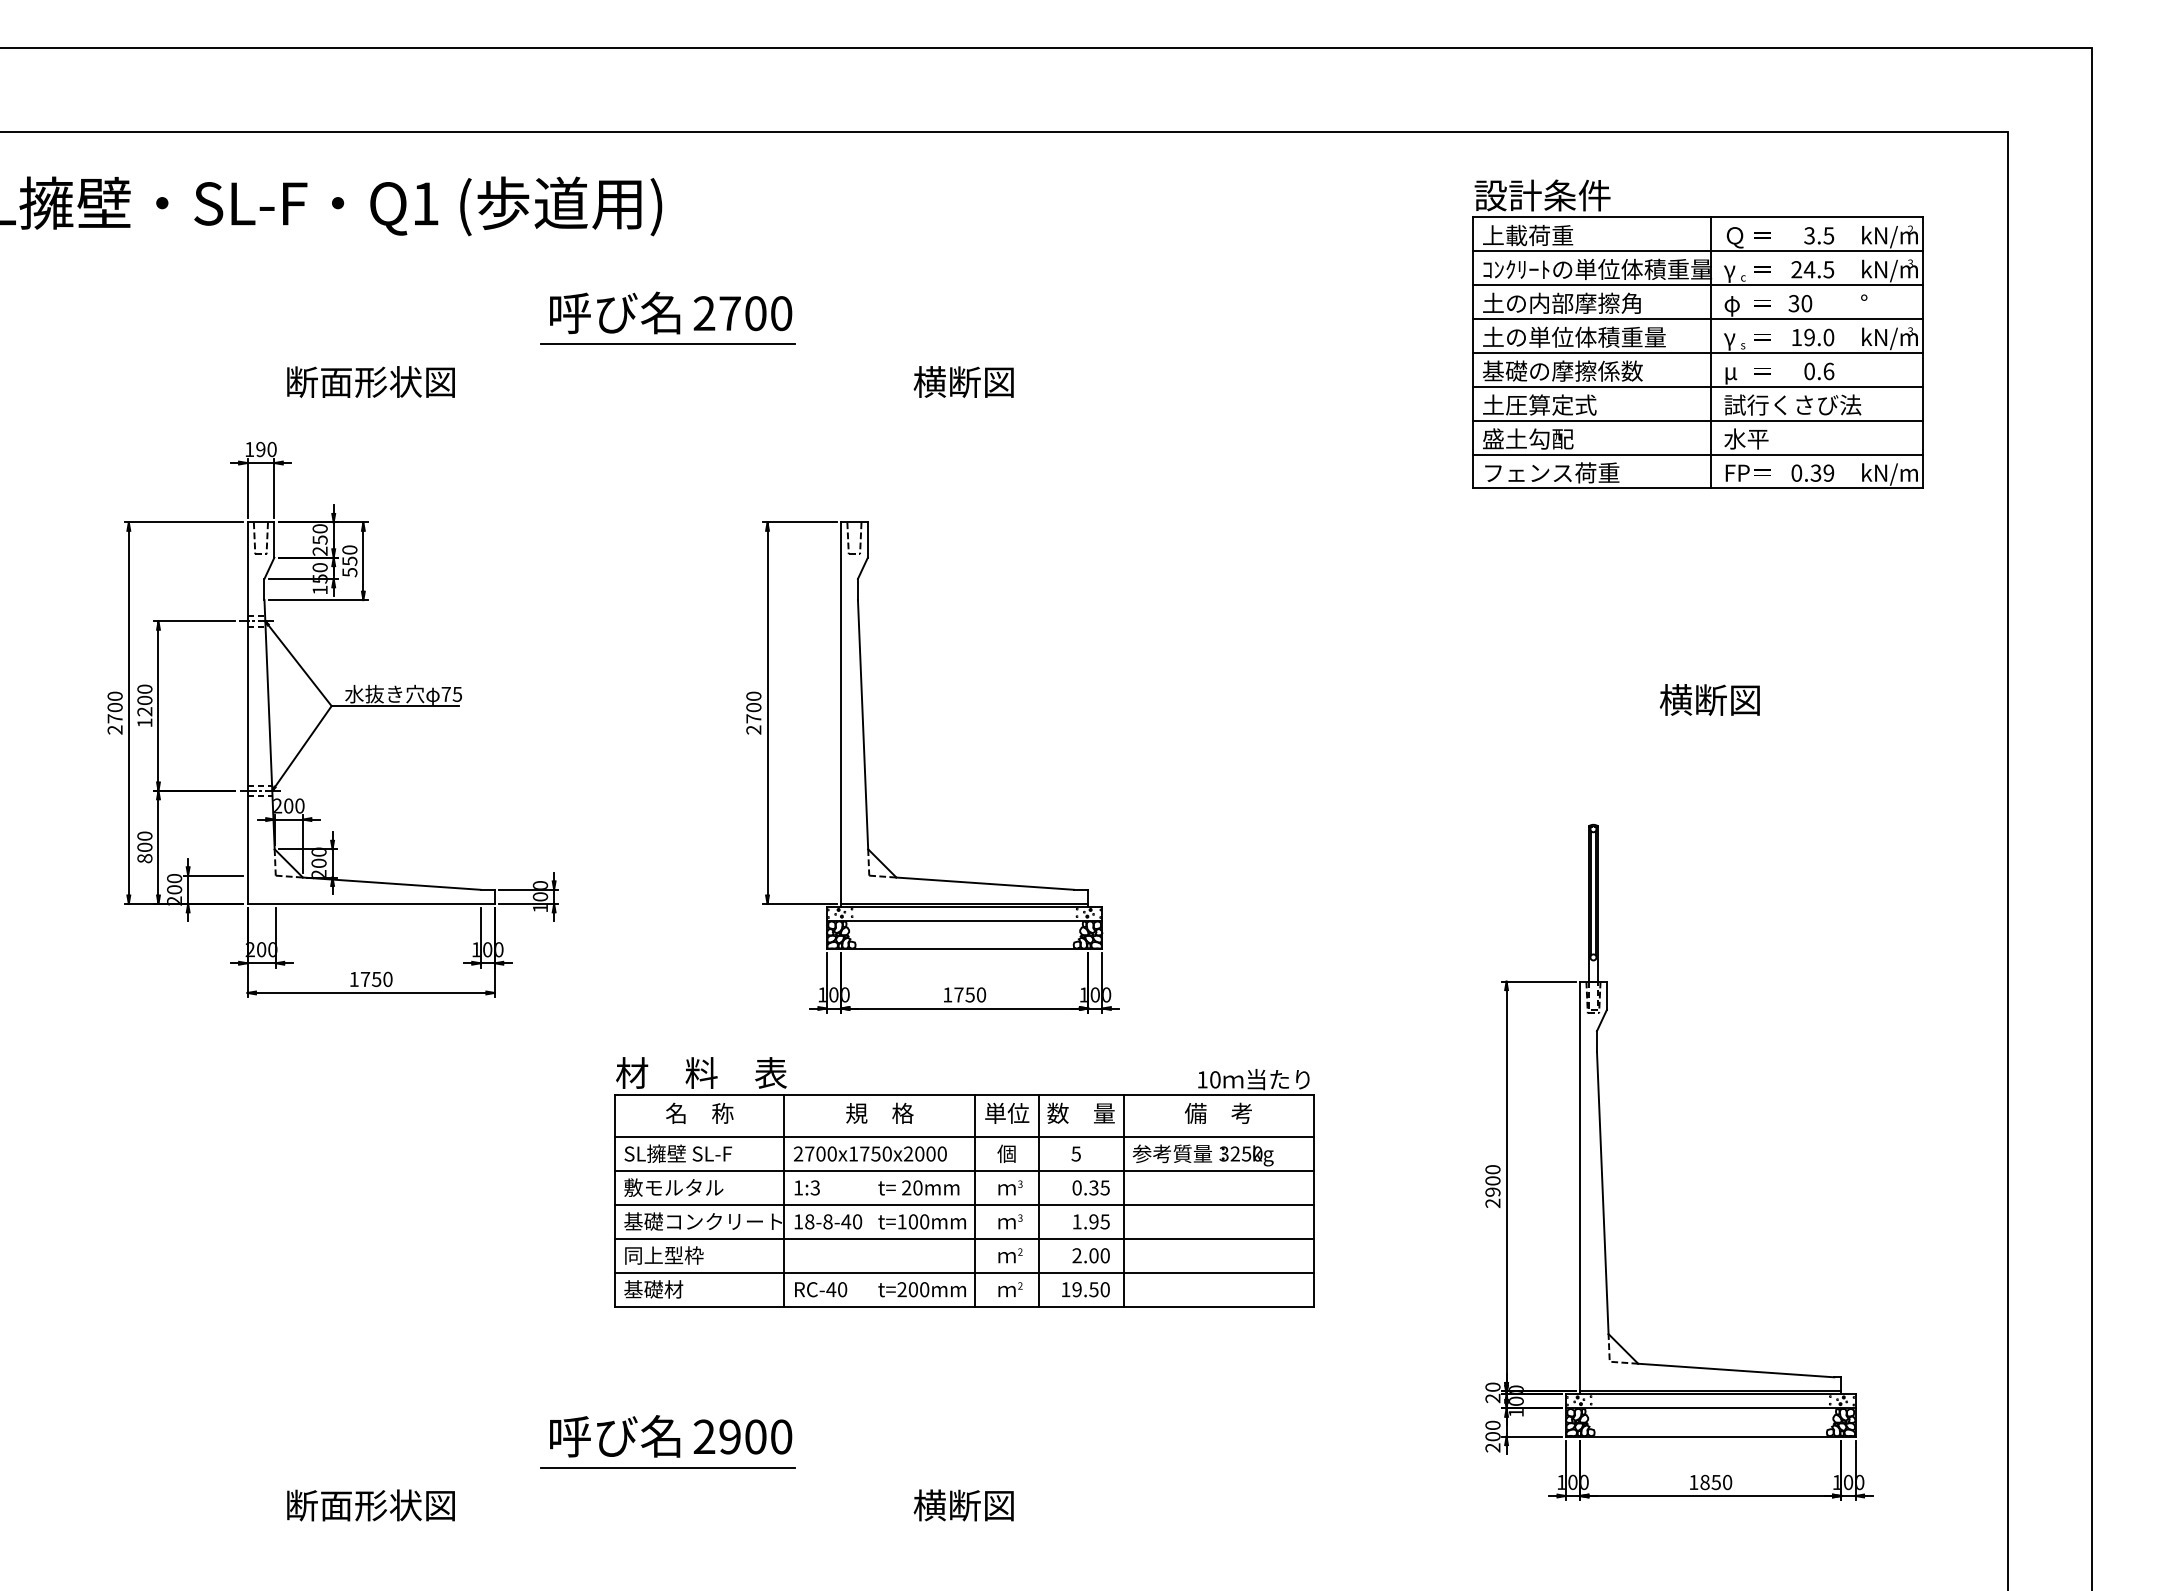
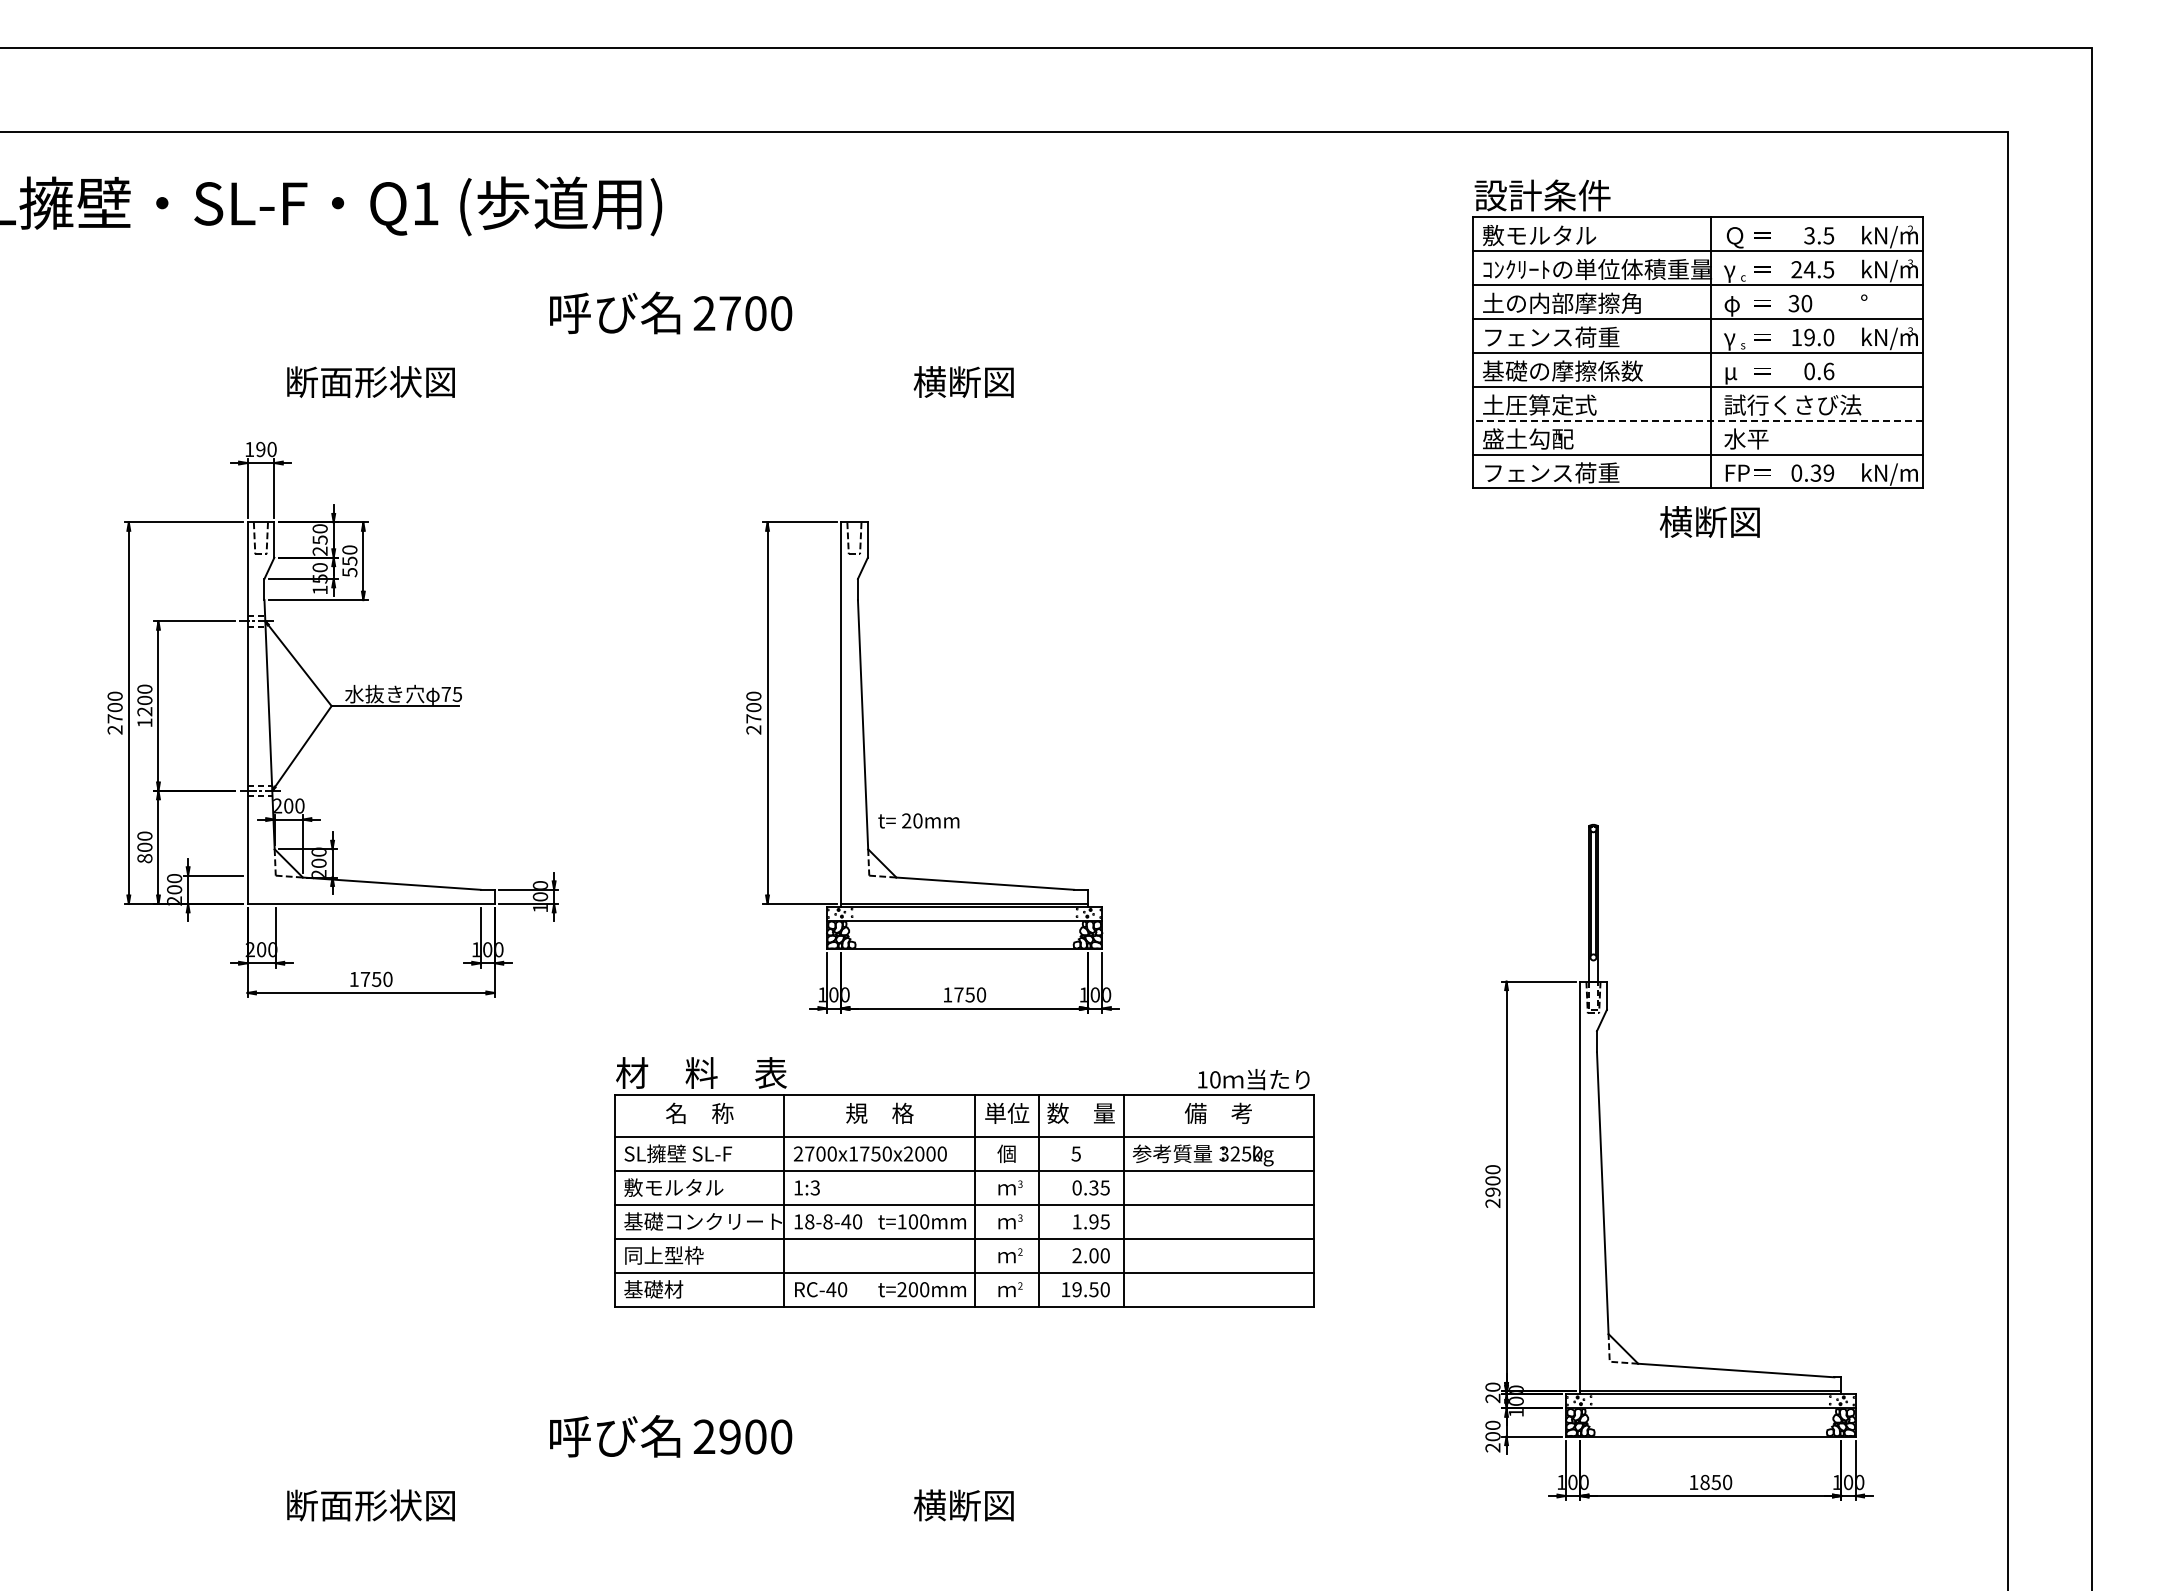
text at (1539, 235): 上載荷重 -> 敷モルタル
text at (1574, 336): 土の単位体積重量 -> フェンス荷重
line at (667, 344): present -> none
line at (1698, 420): solid -> dashed
text at (1709, 699) position: (1709, 699) -> (1709, 521)
text at (918, 1187) position: (918, 1187) -> (918, 820)
line at (667, 1467): present -> none
